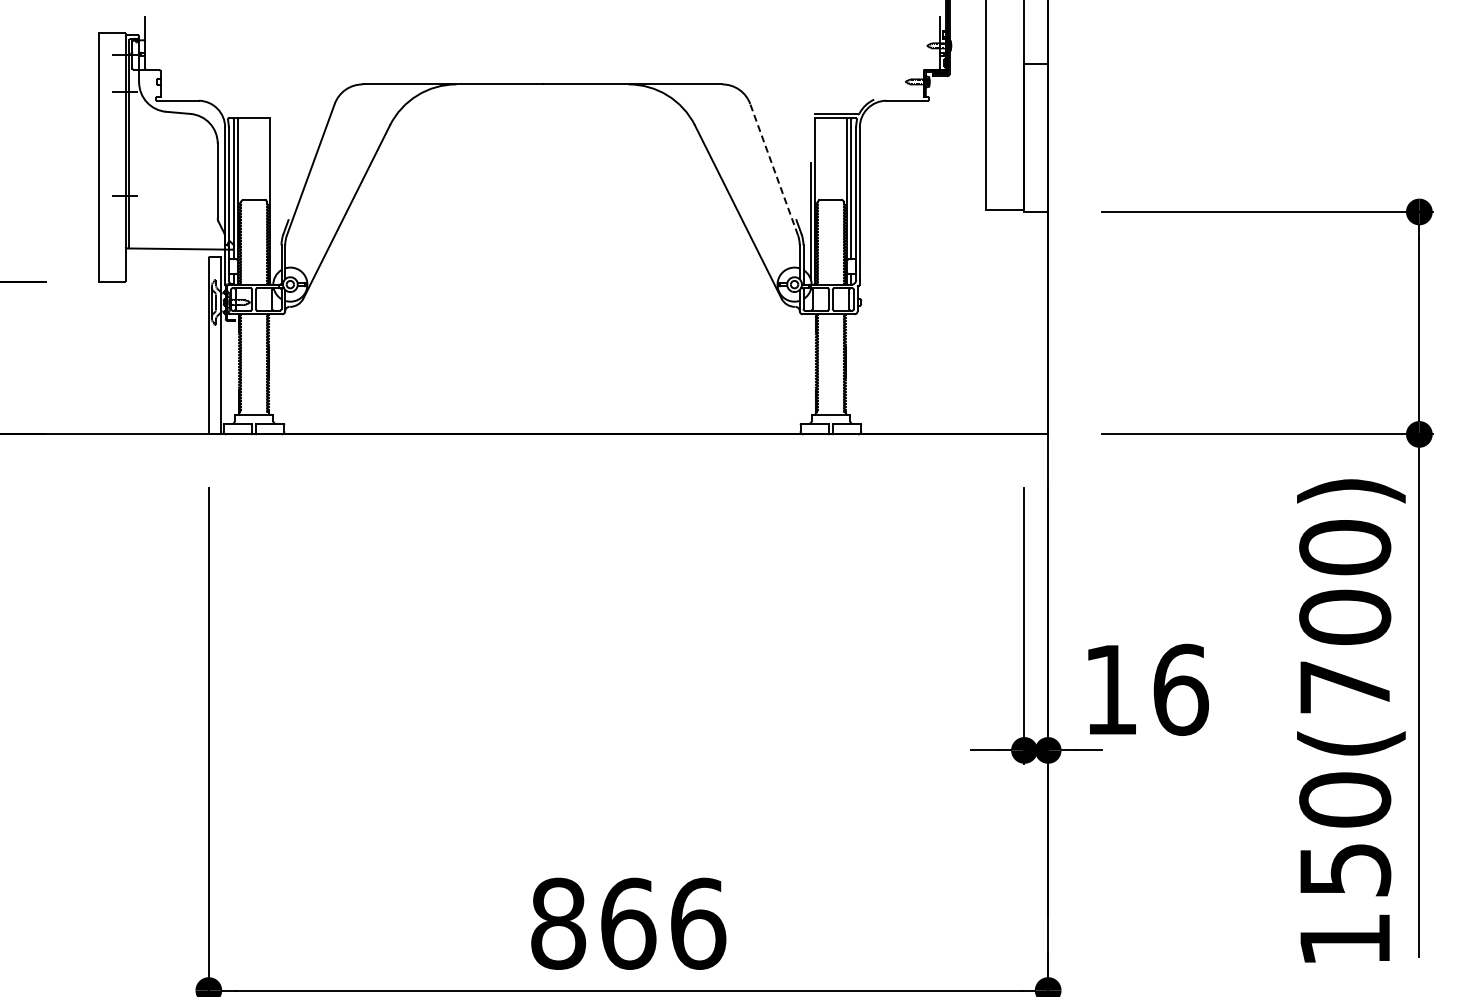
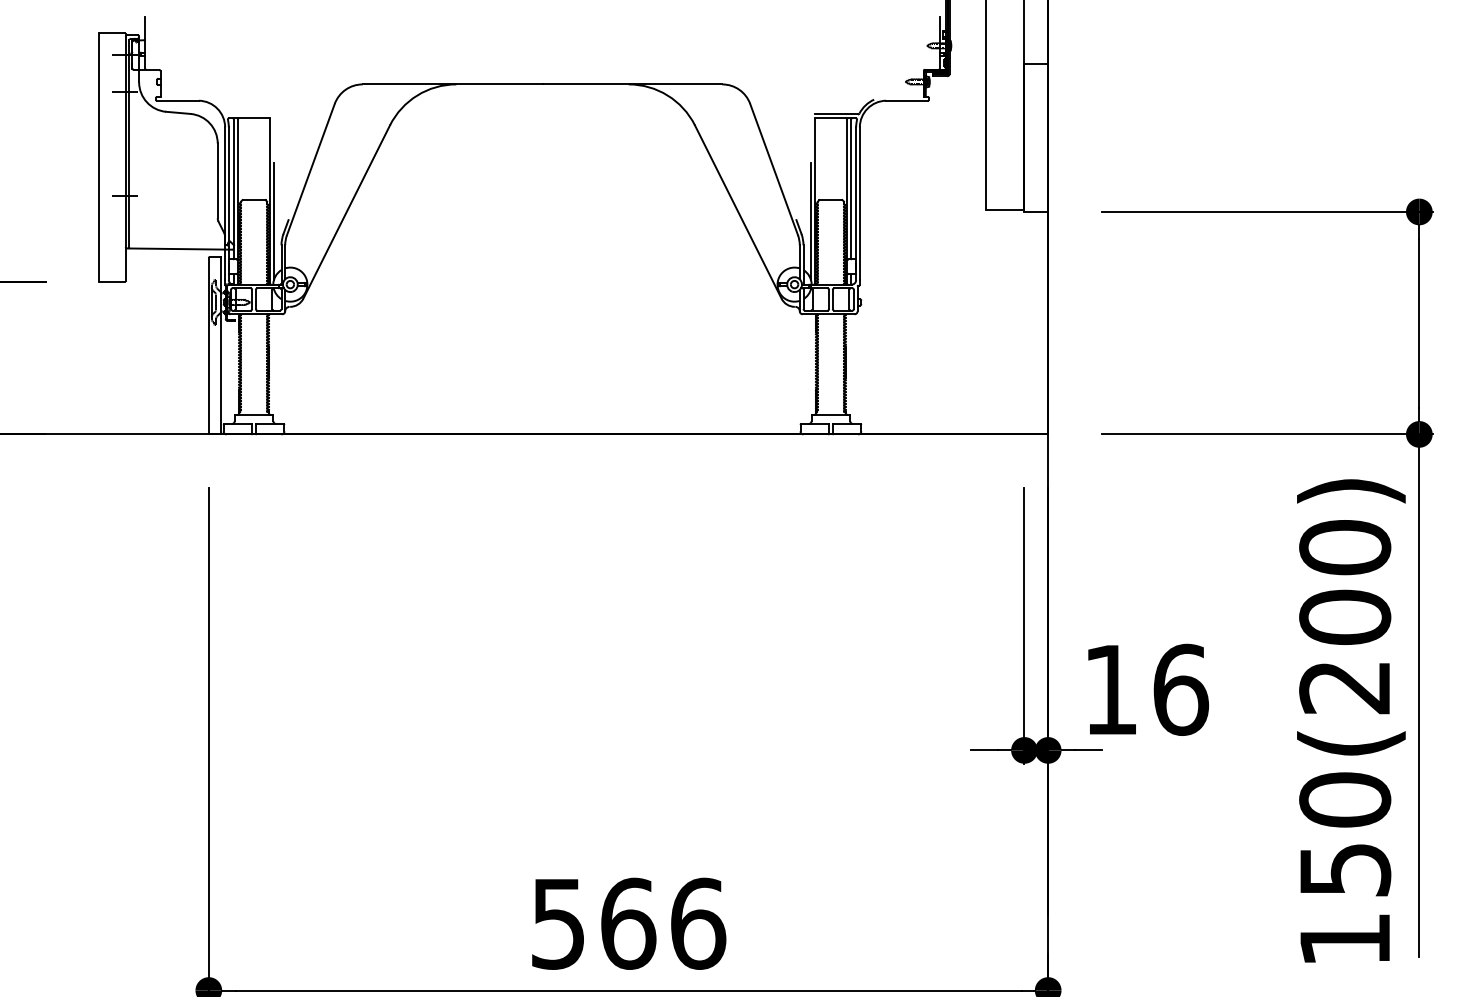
line at (774, 169): dashed -> solid
line at (274, 221): none -> present
text at (1344, 687): 150(700) -> 150(200)
text at (558, 923): 866 -> 566
